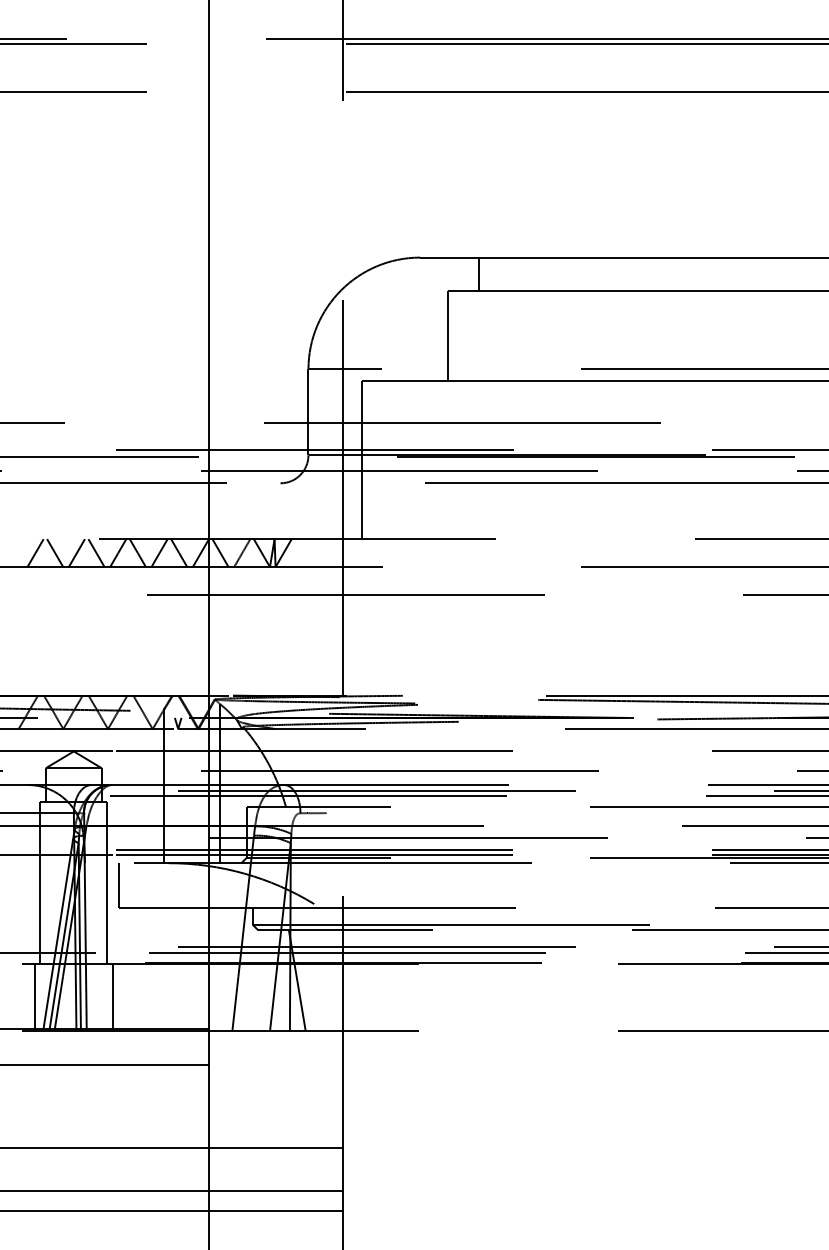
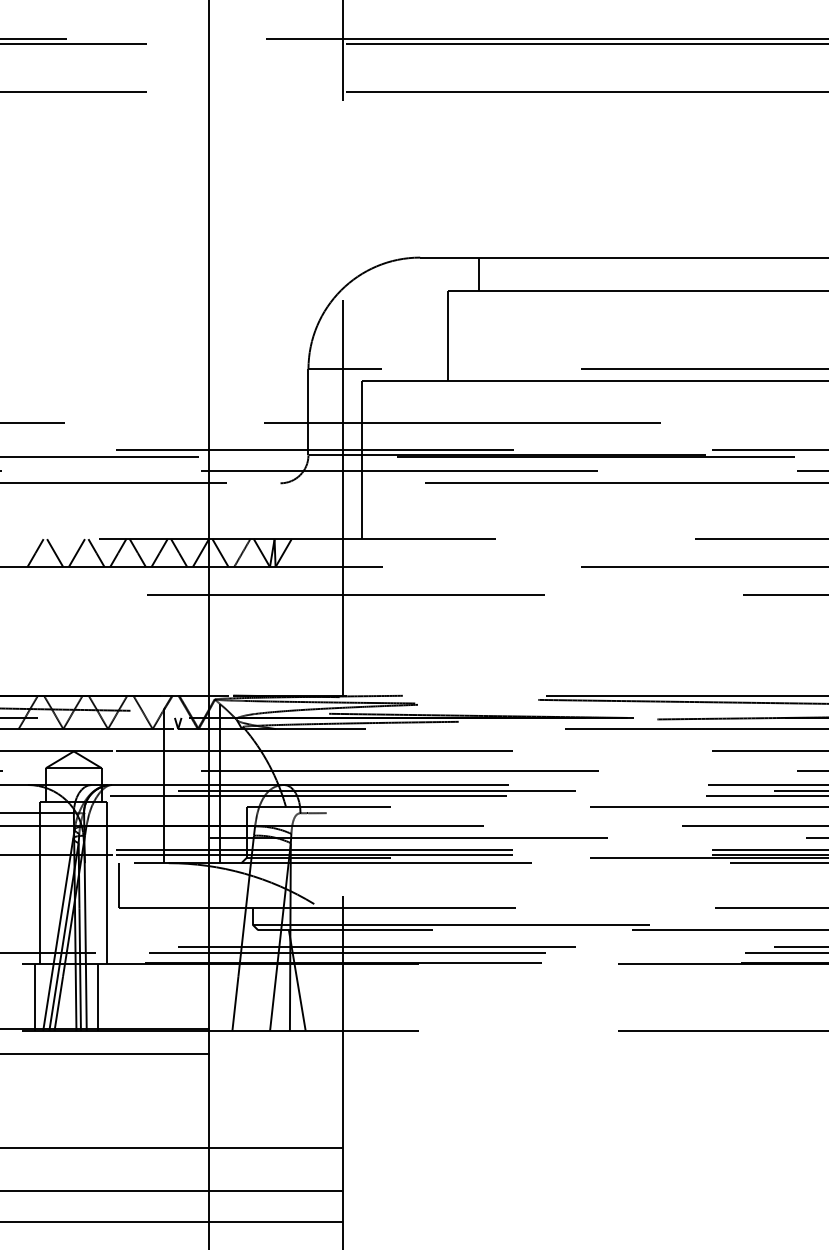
line at (112, 996) position: (112, 996) -> (97, 996)
line at (105, 1065) position: (105, 1065) -> (105, 1054)
line at (172, 1211) position: (172, 1211) -> (172, 1222)
